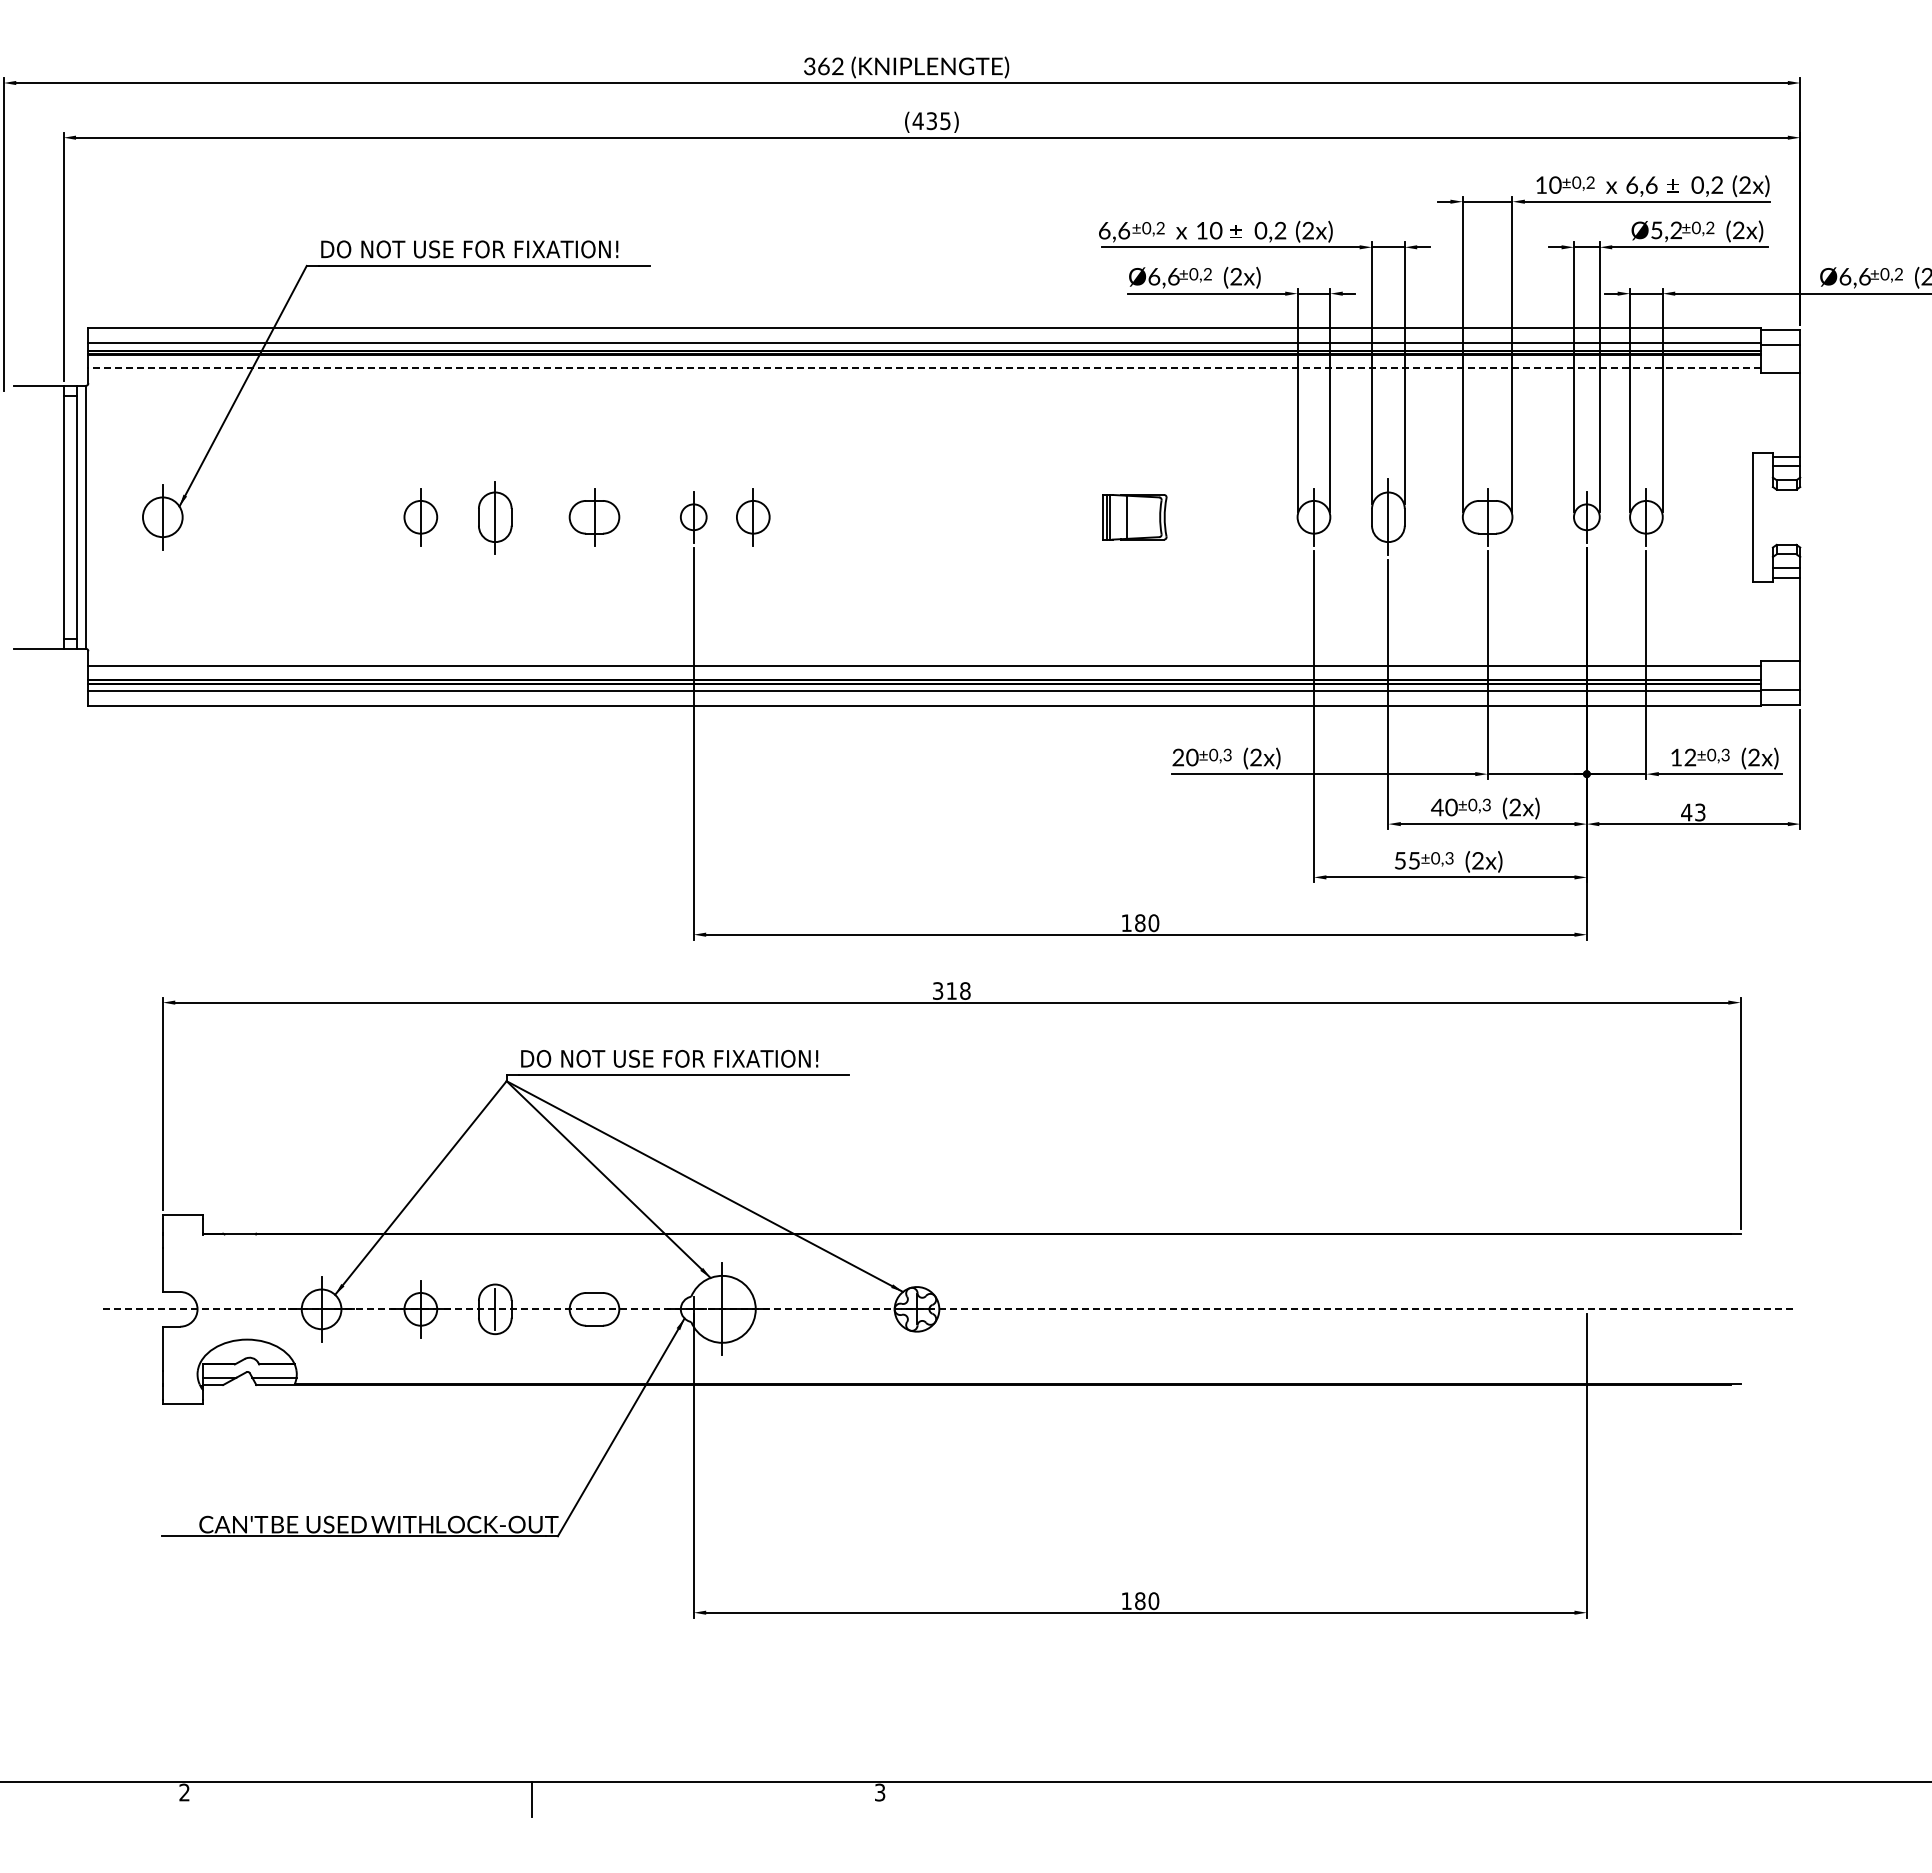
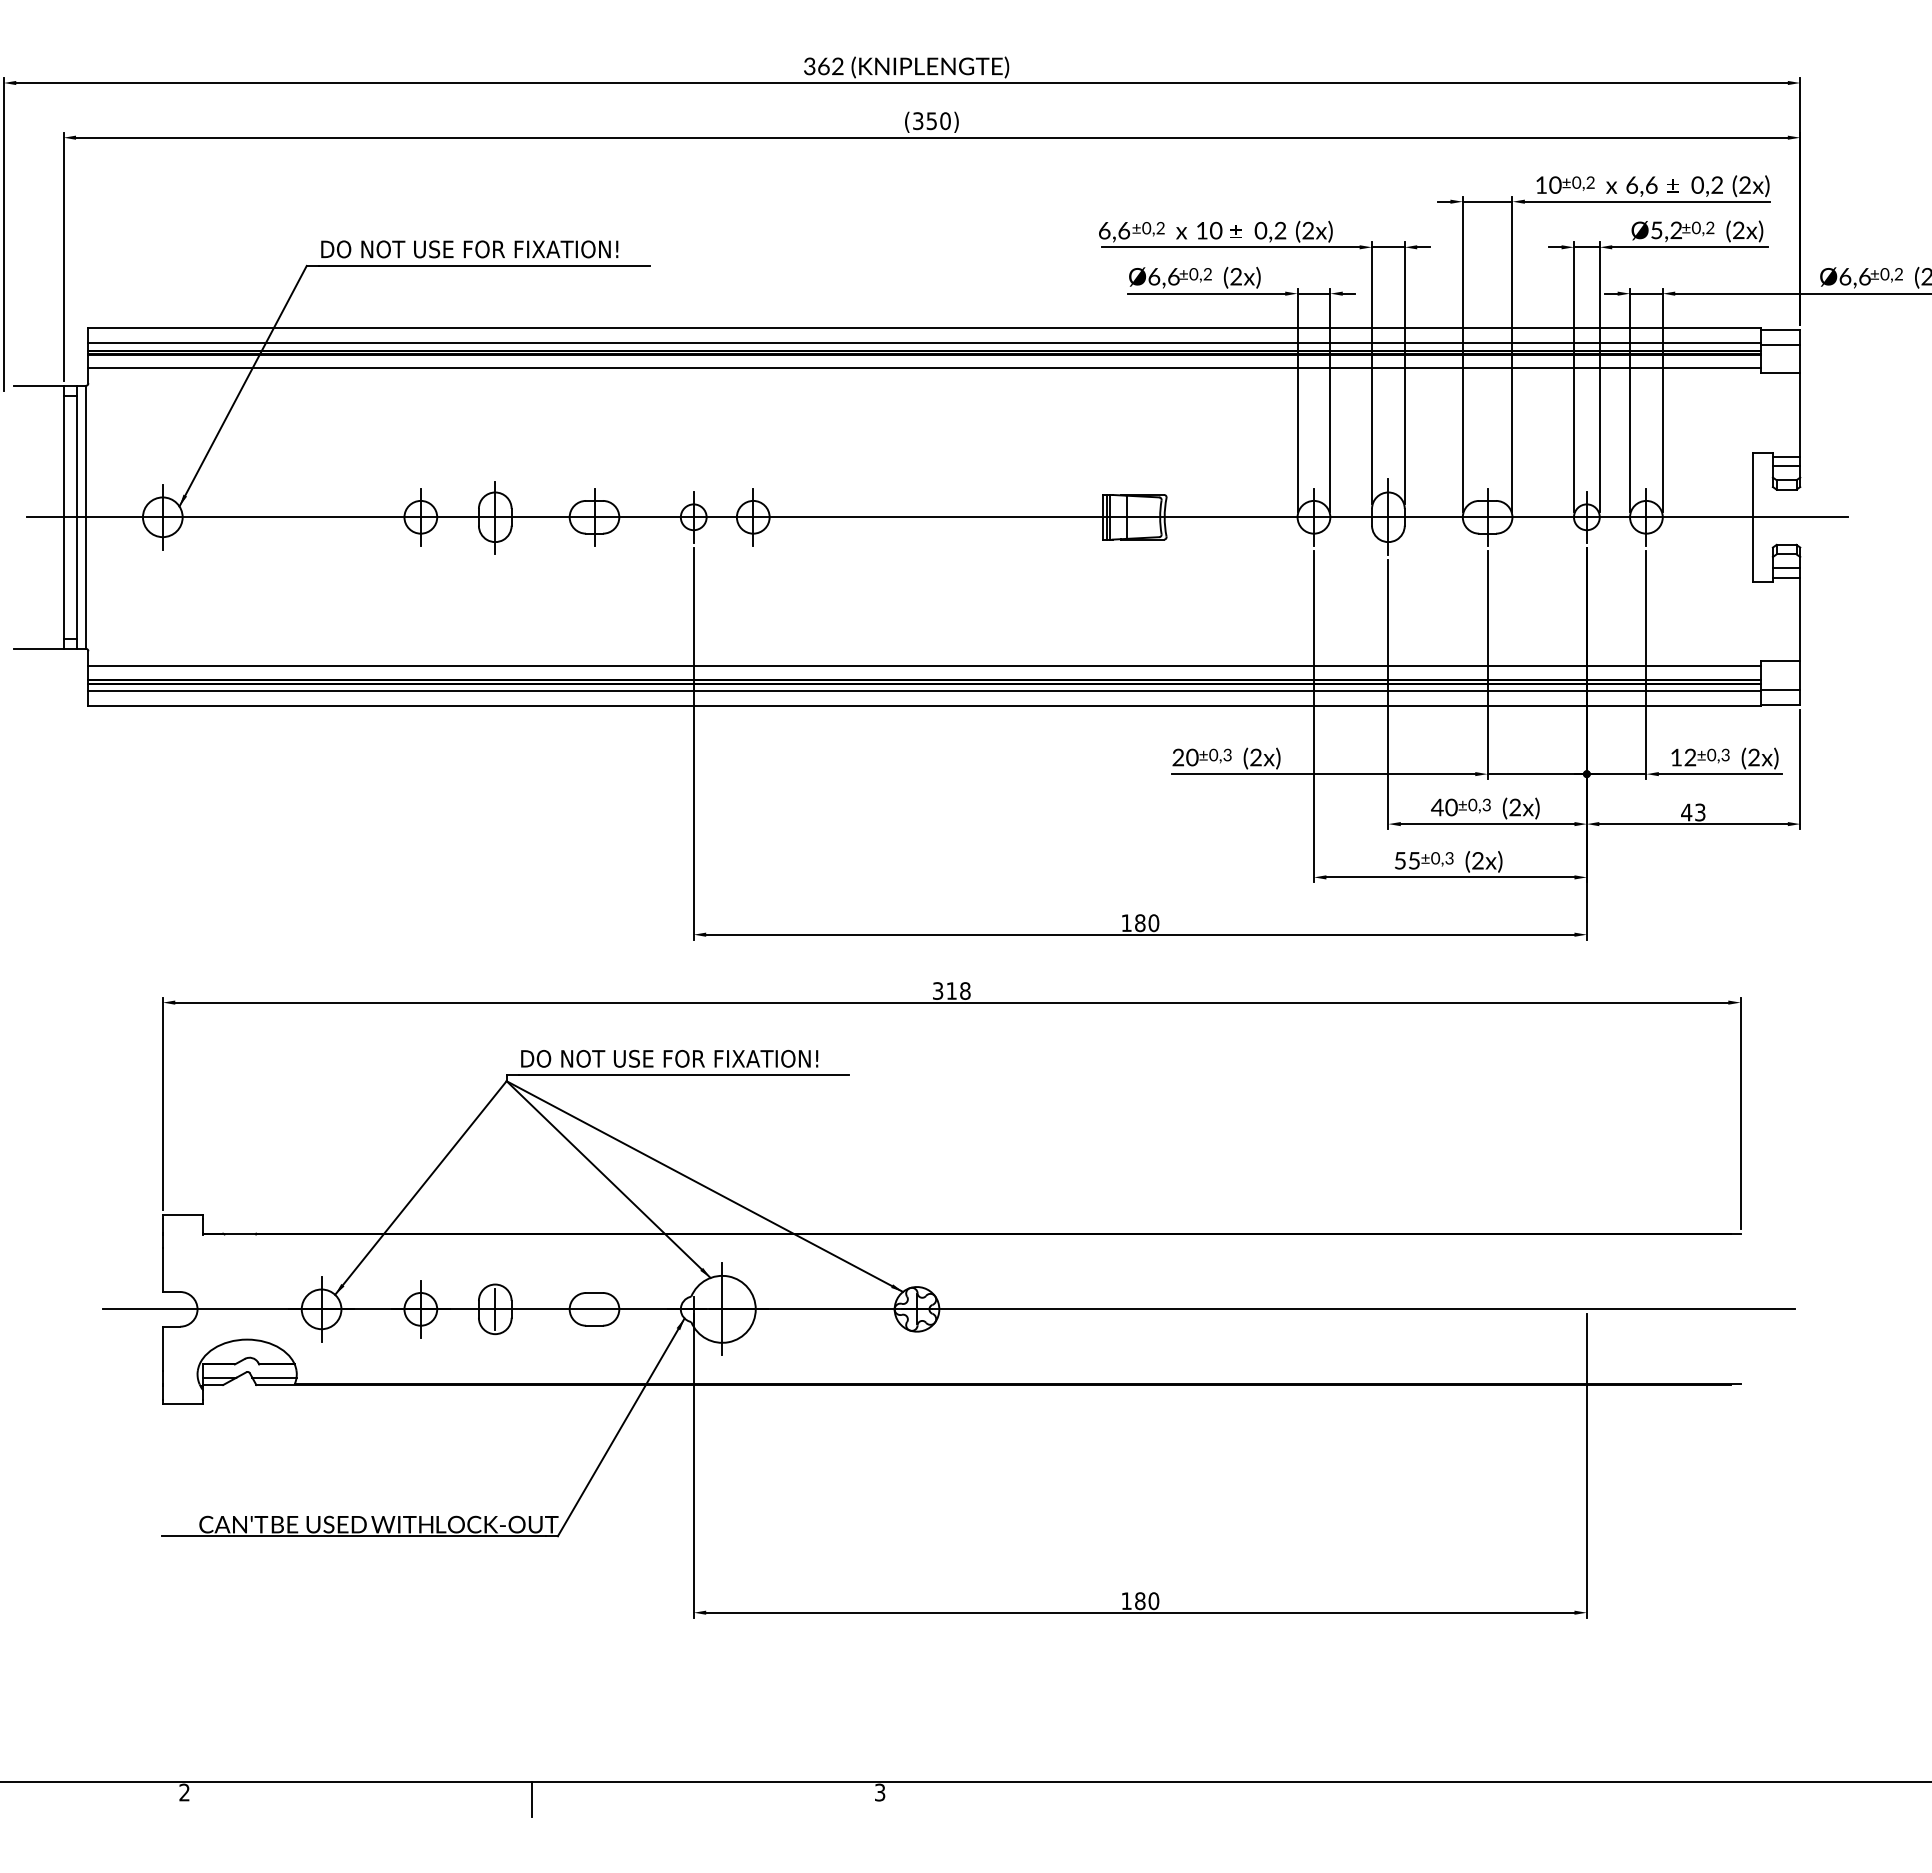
text at (931, 121): (435) -> (350)
line at (923, 368): dashed -> solid
line at (937, 517): none -> present
line at (949, 1309): dashed -> solid
